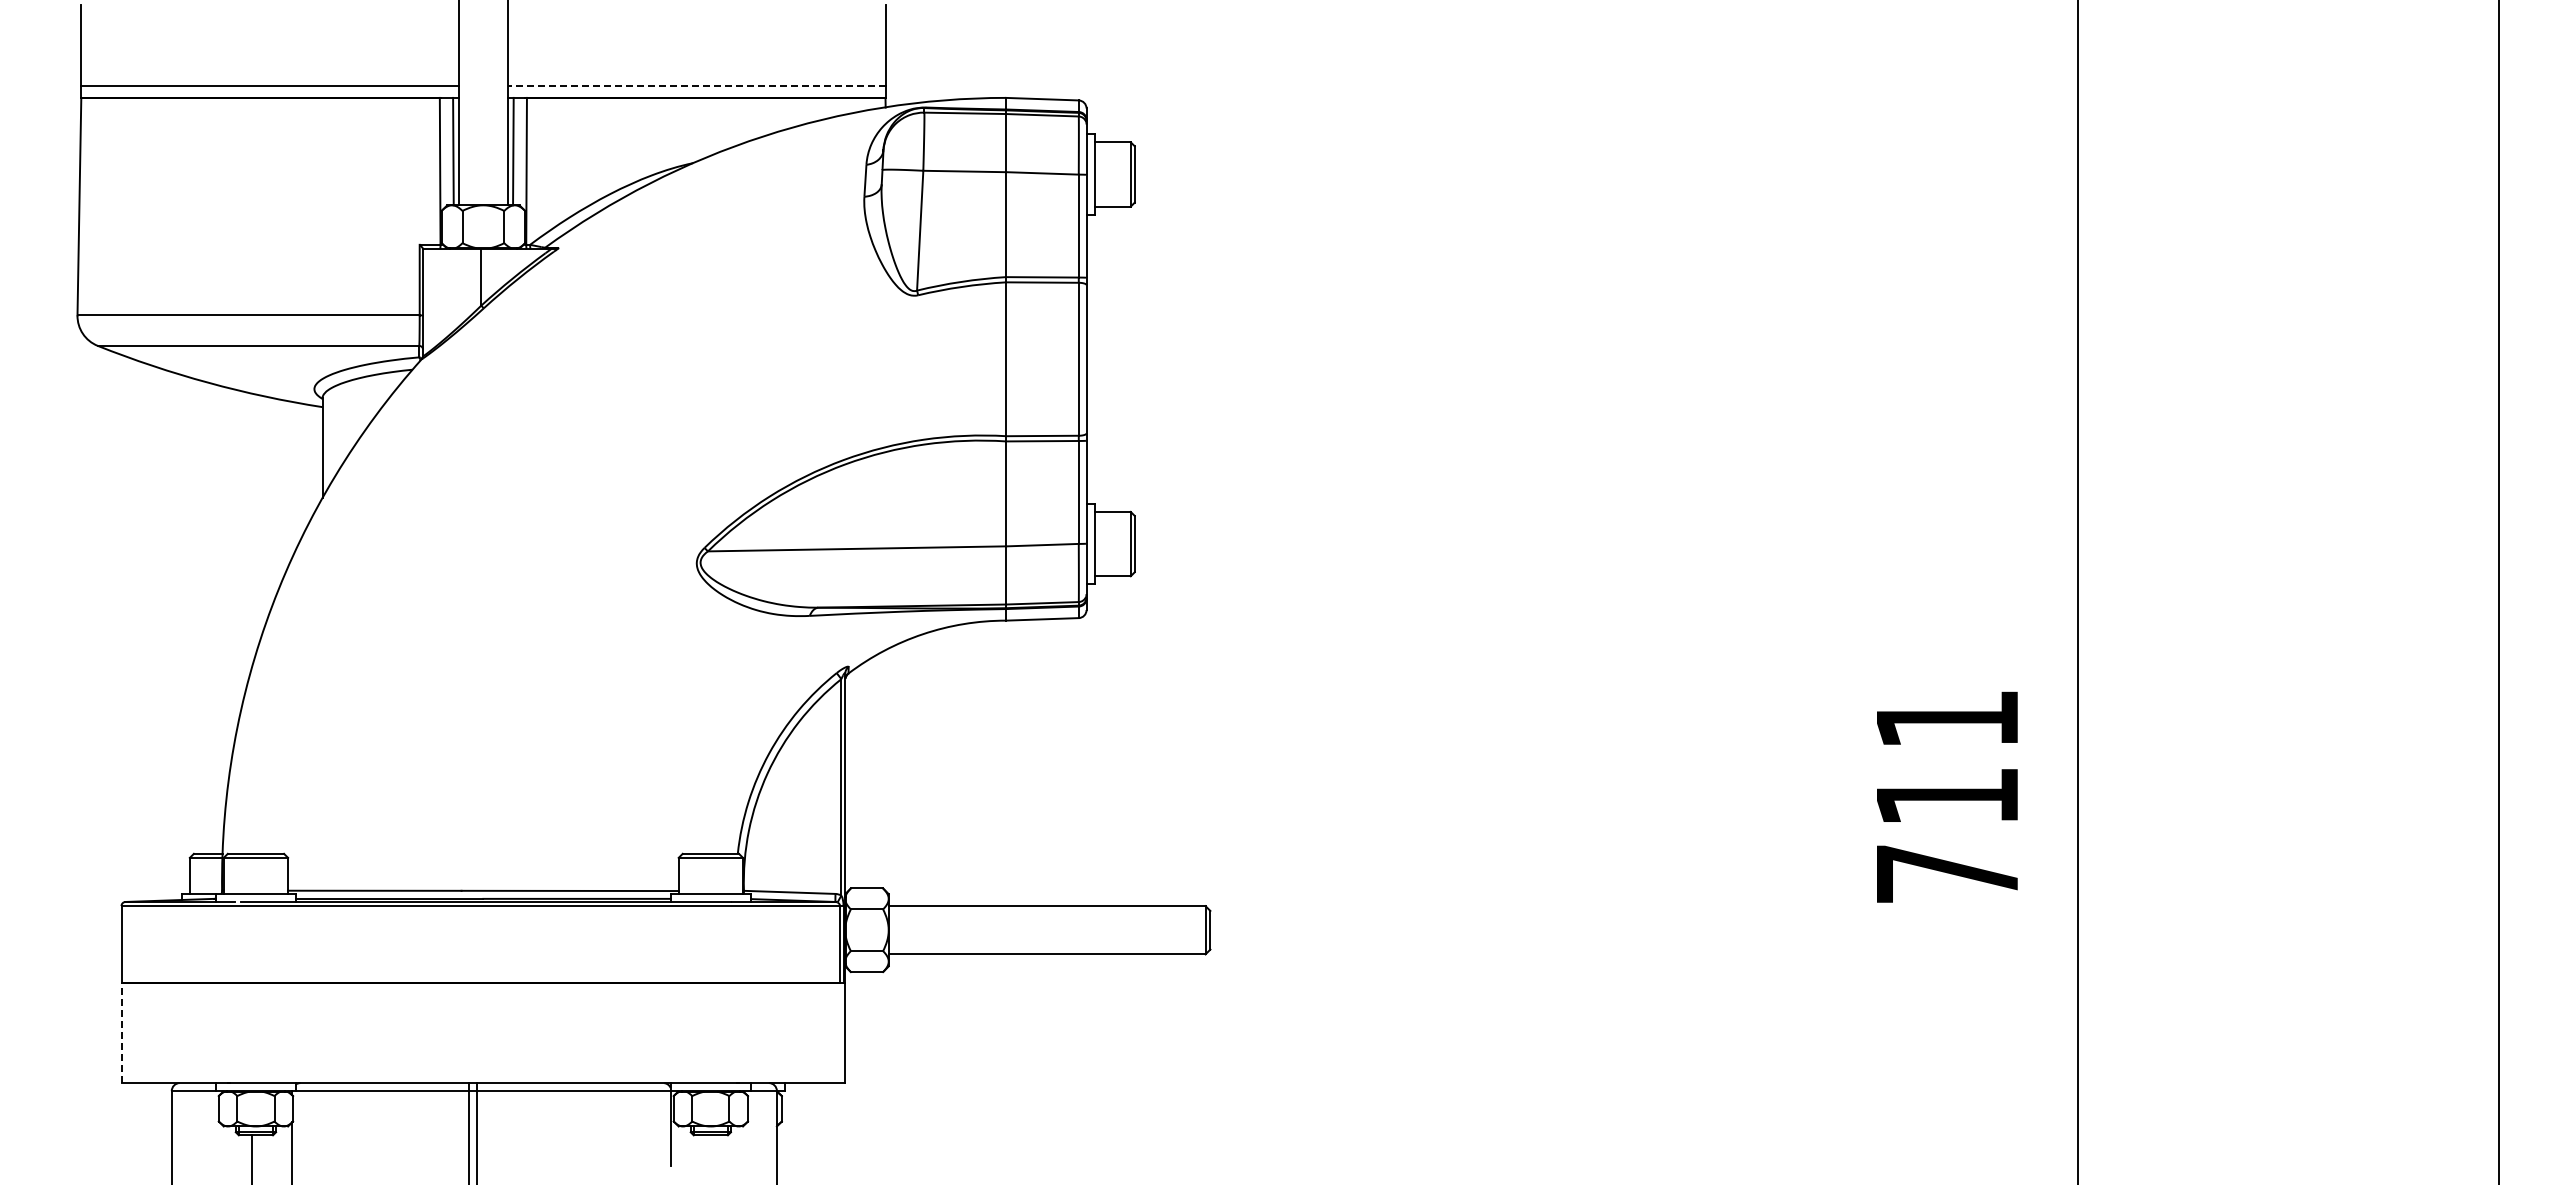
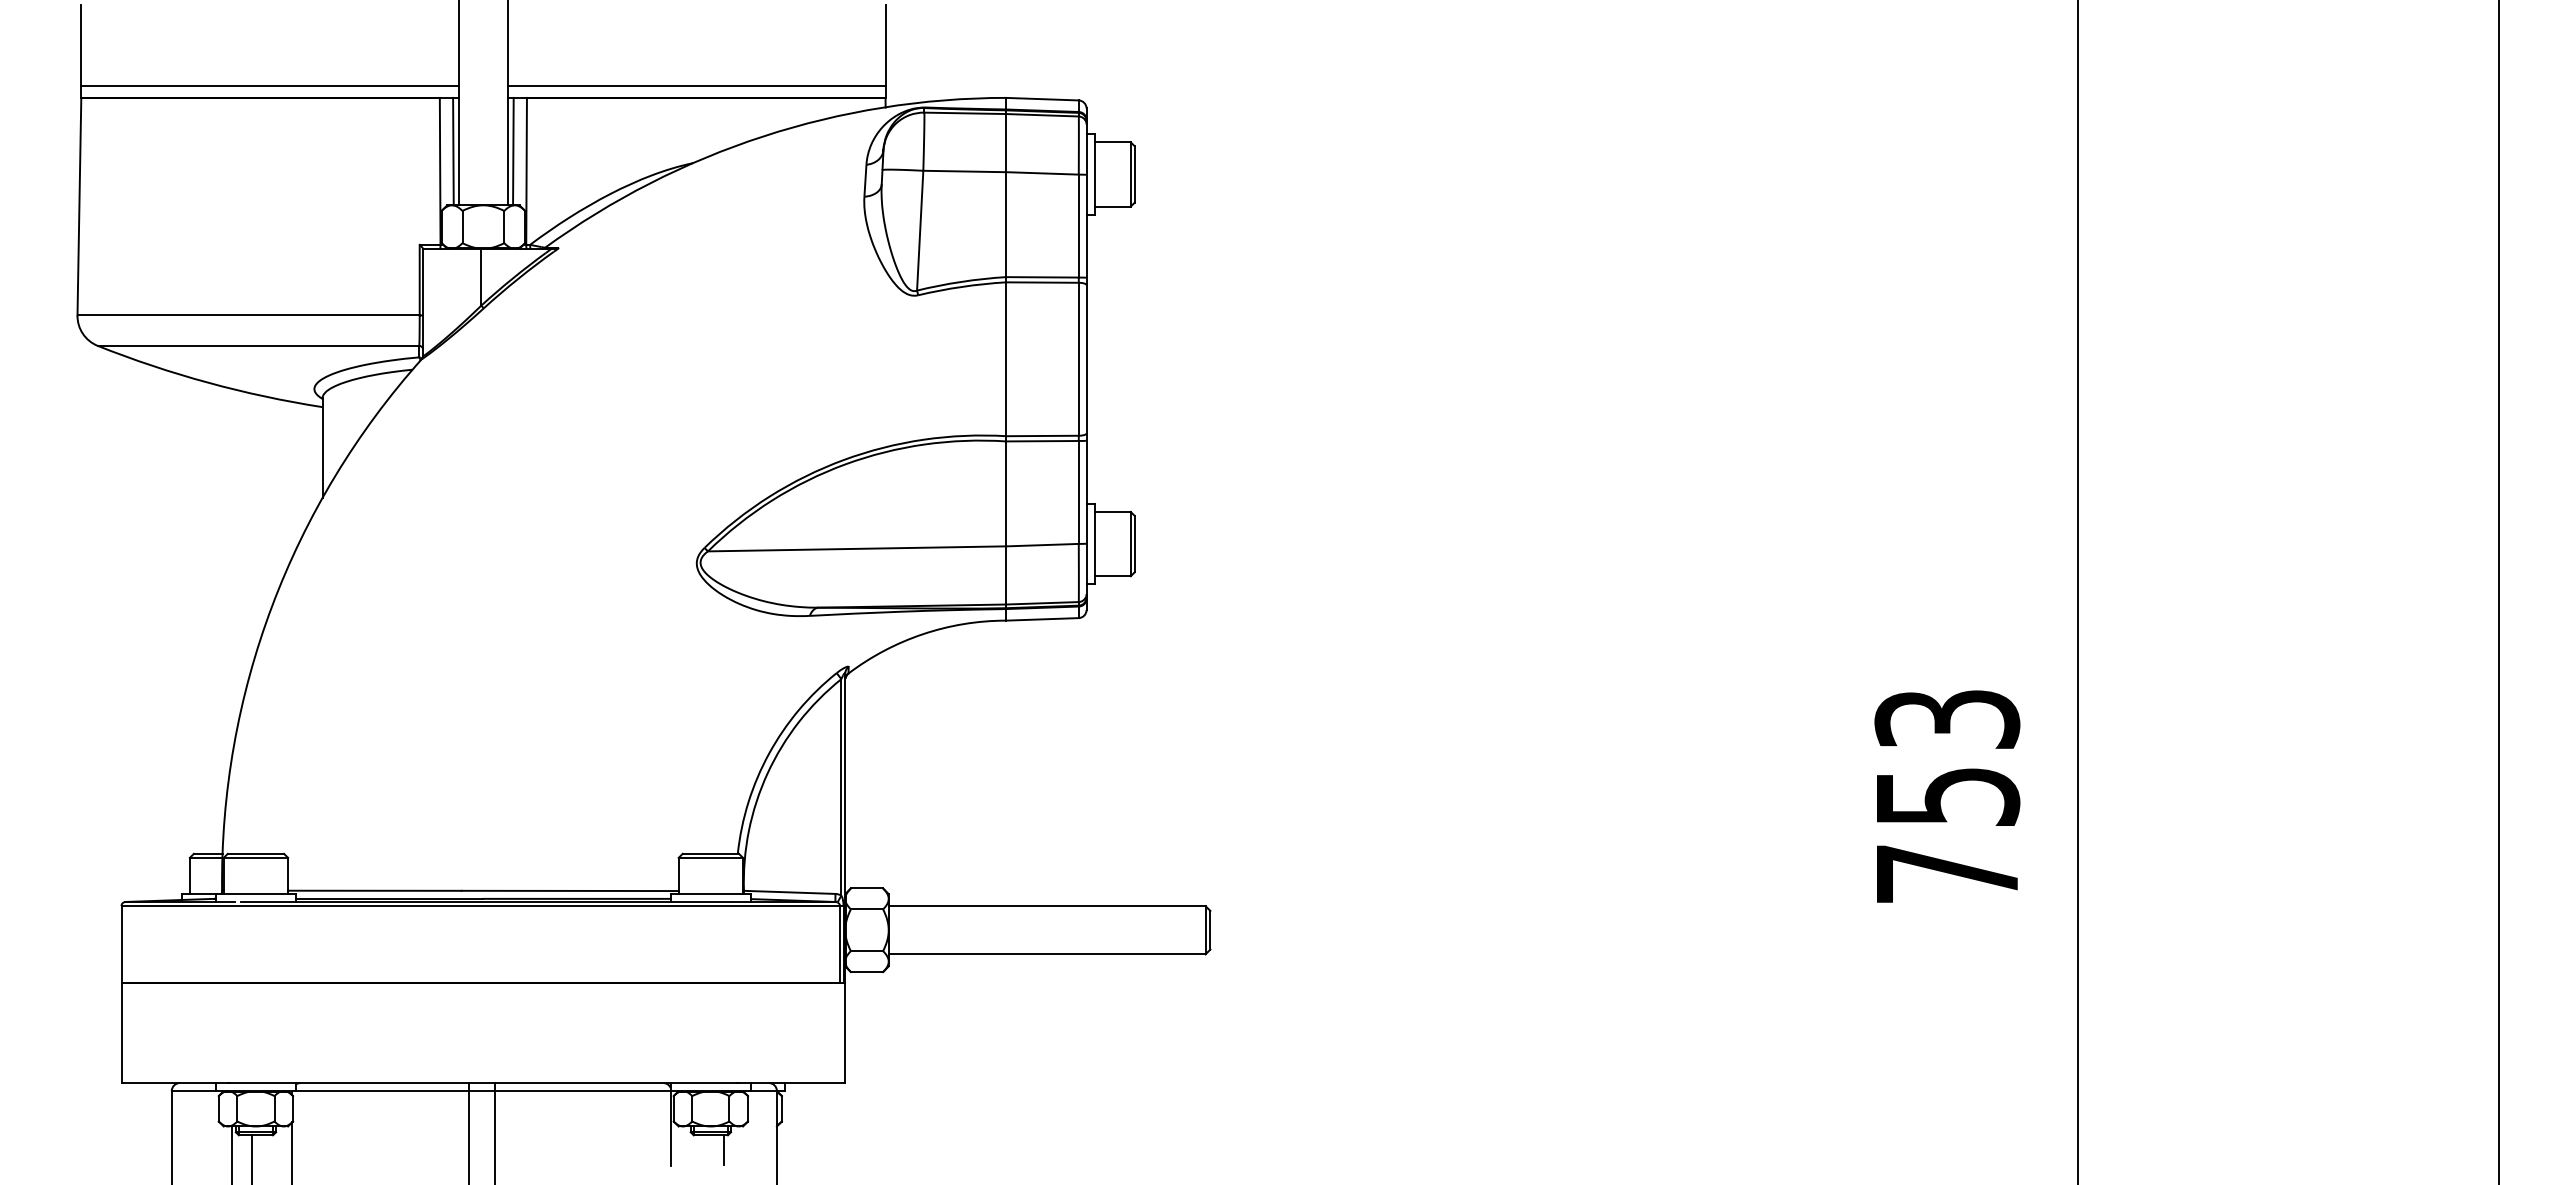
line at (696, 85): dashed -> solid
text at (1947, 757): 711 -> 753
line at (121, 1032): dashed -> solid
line at (477, 1132) position: (477, 1132) -> (495, 1132)
line at (723, 1149): none -> present
line at (232, 1153): none -> present
